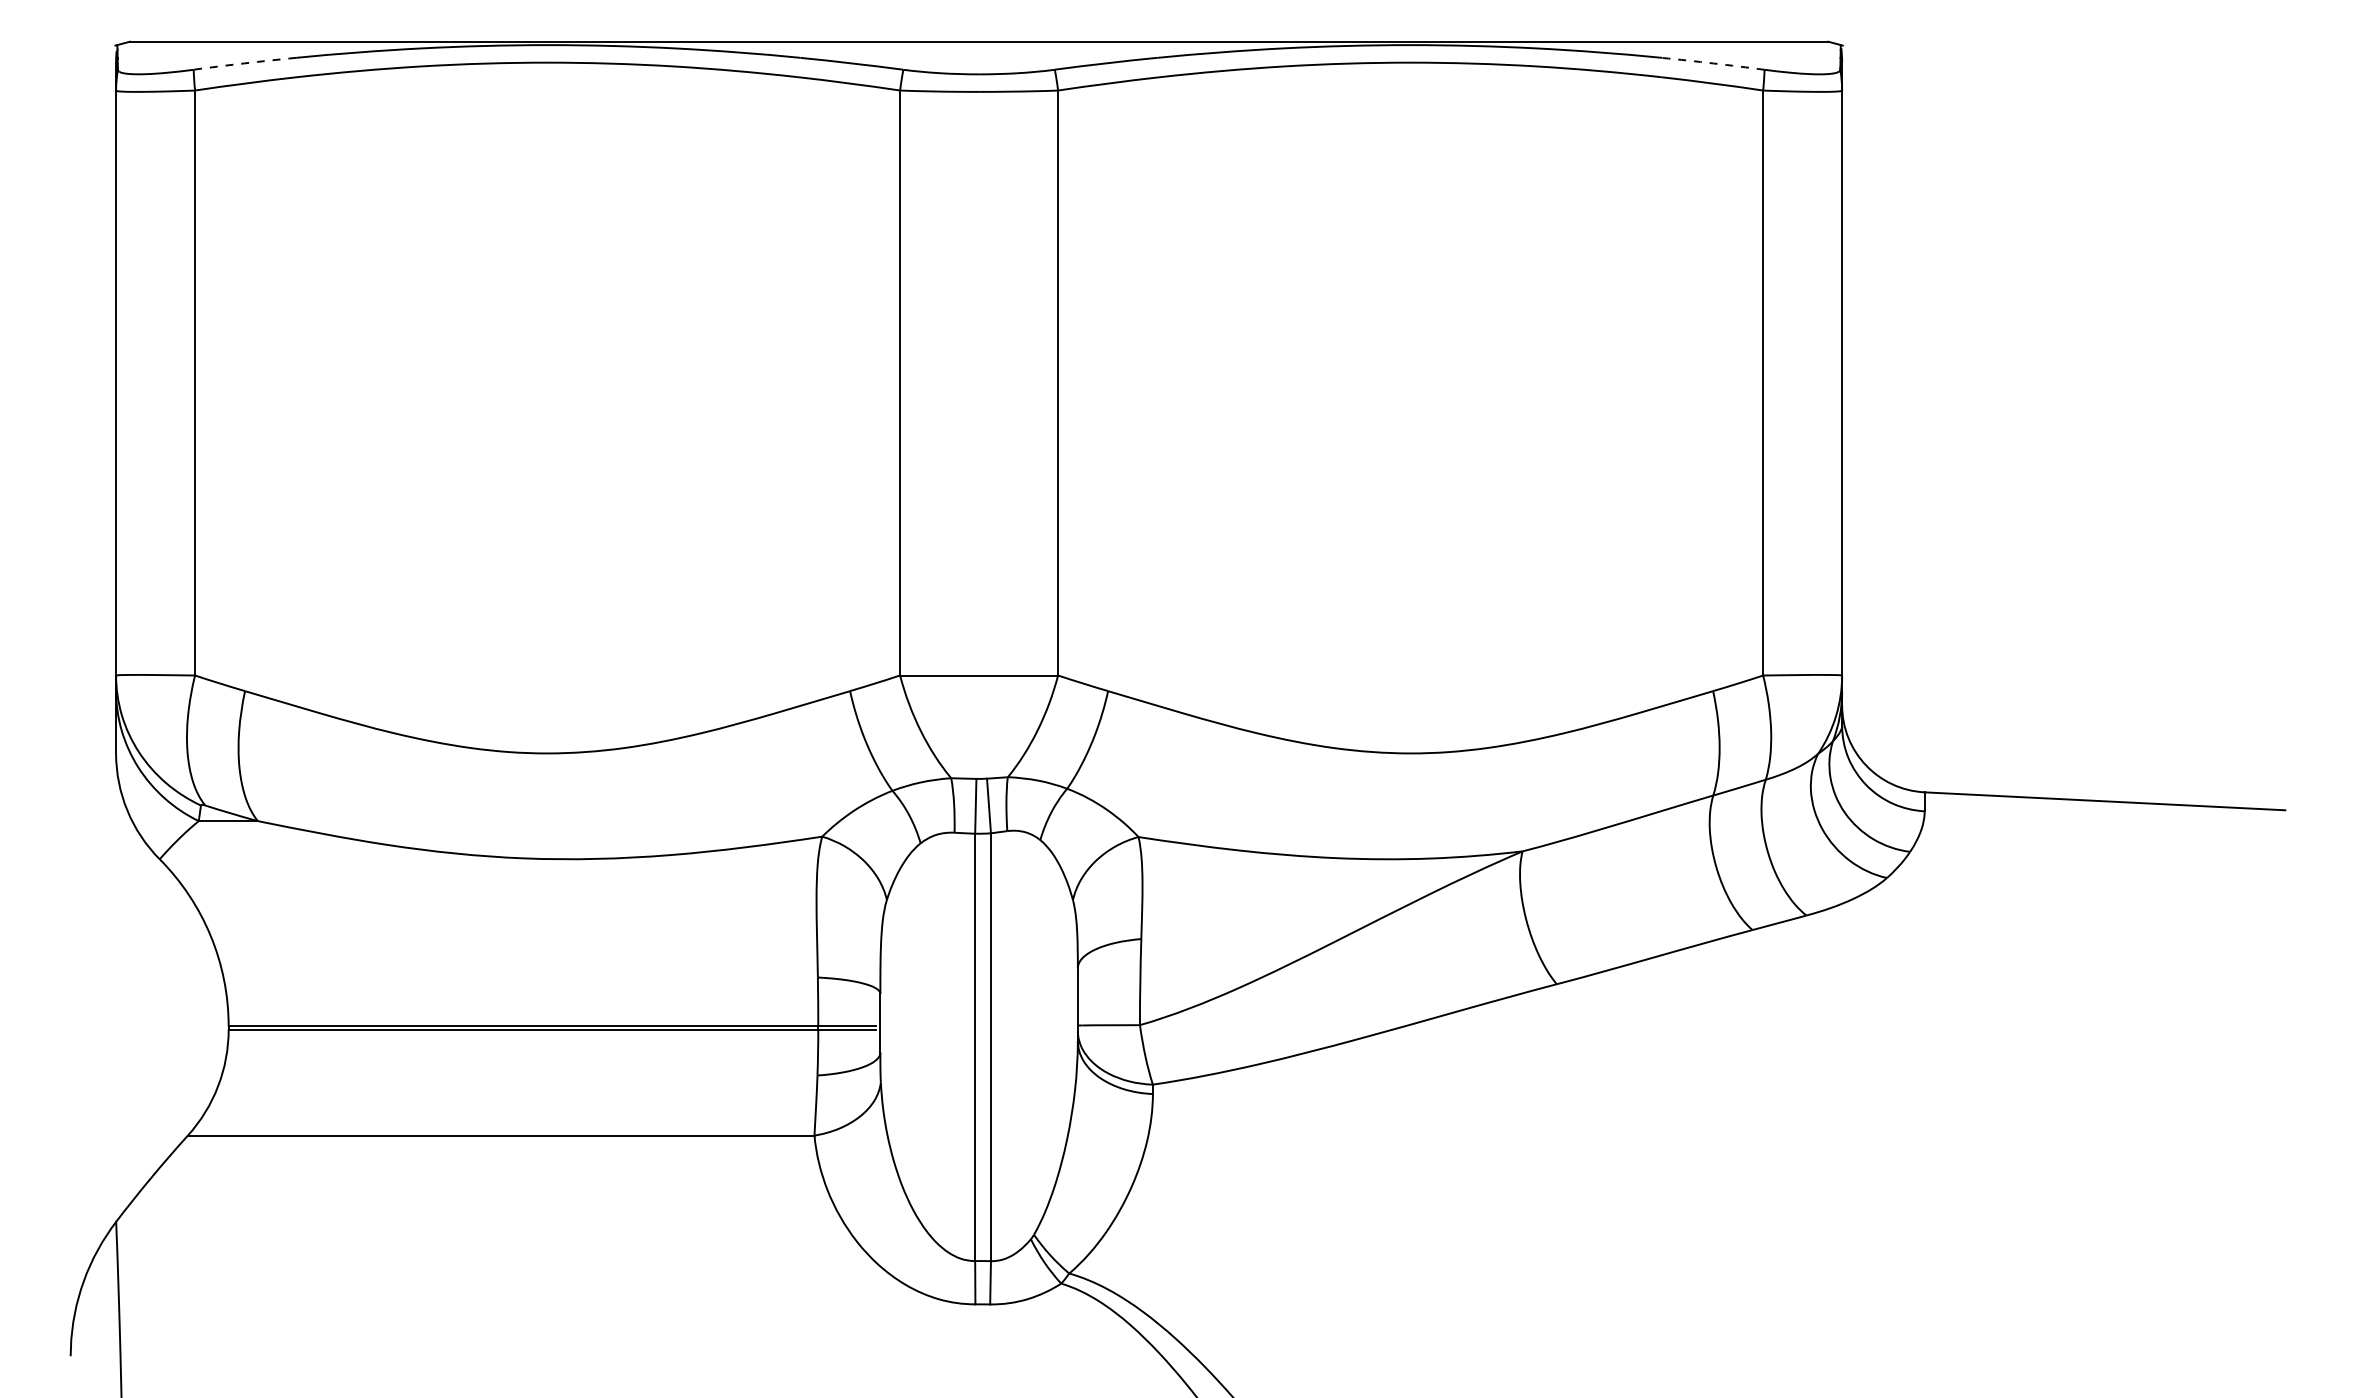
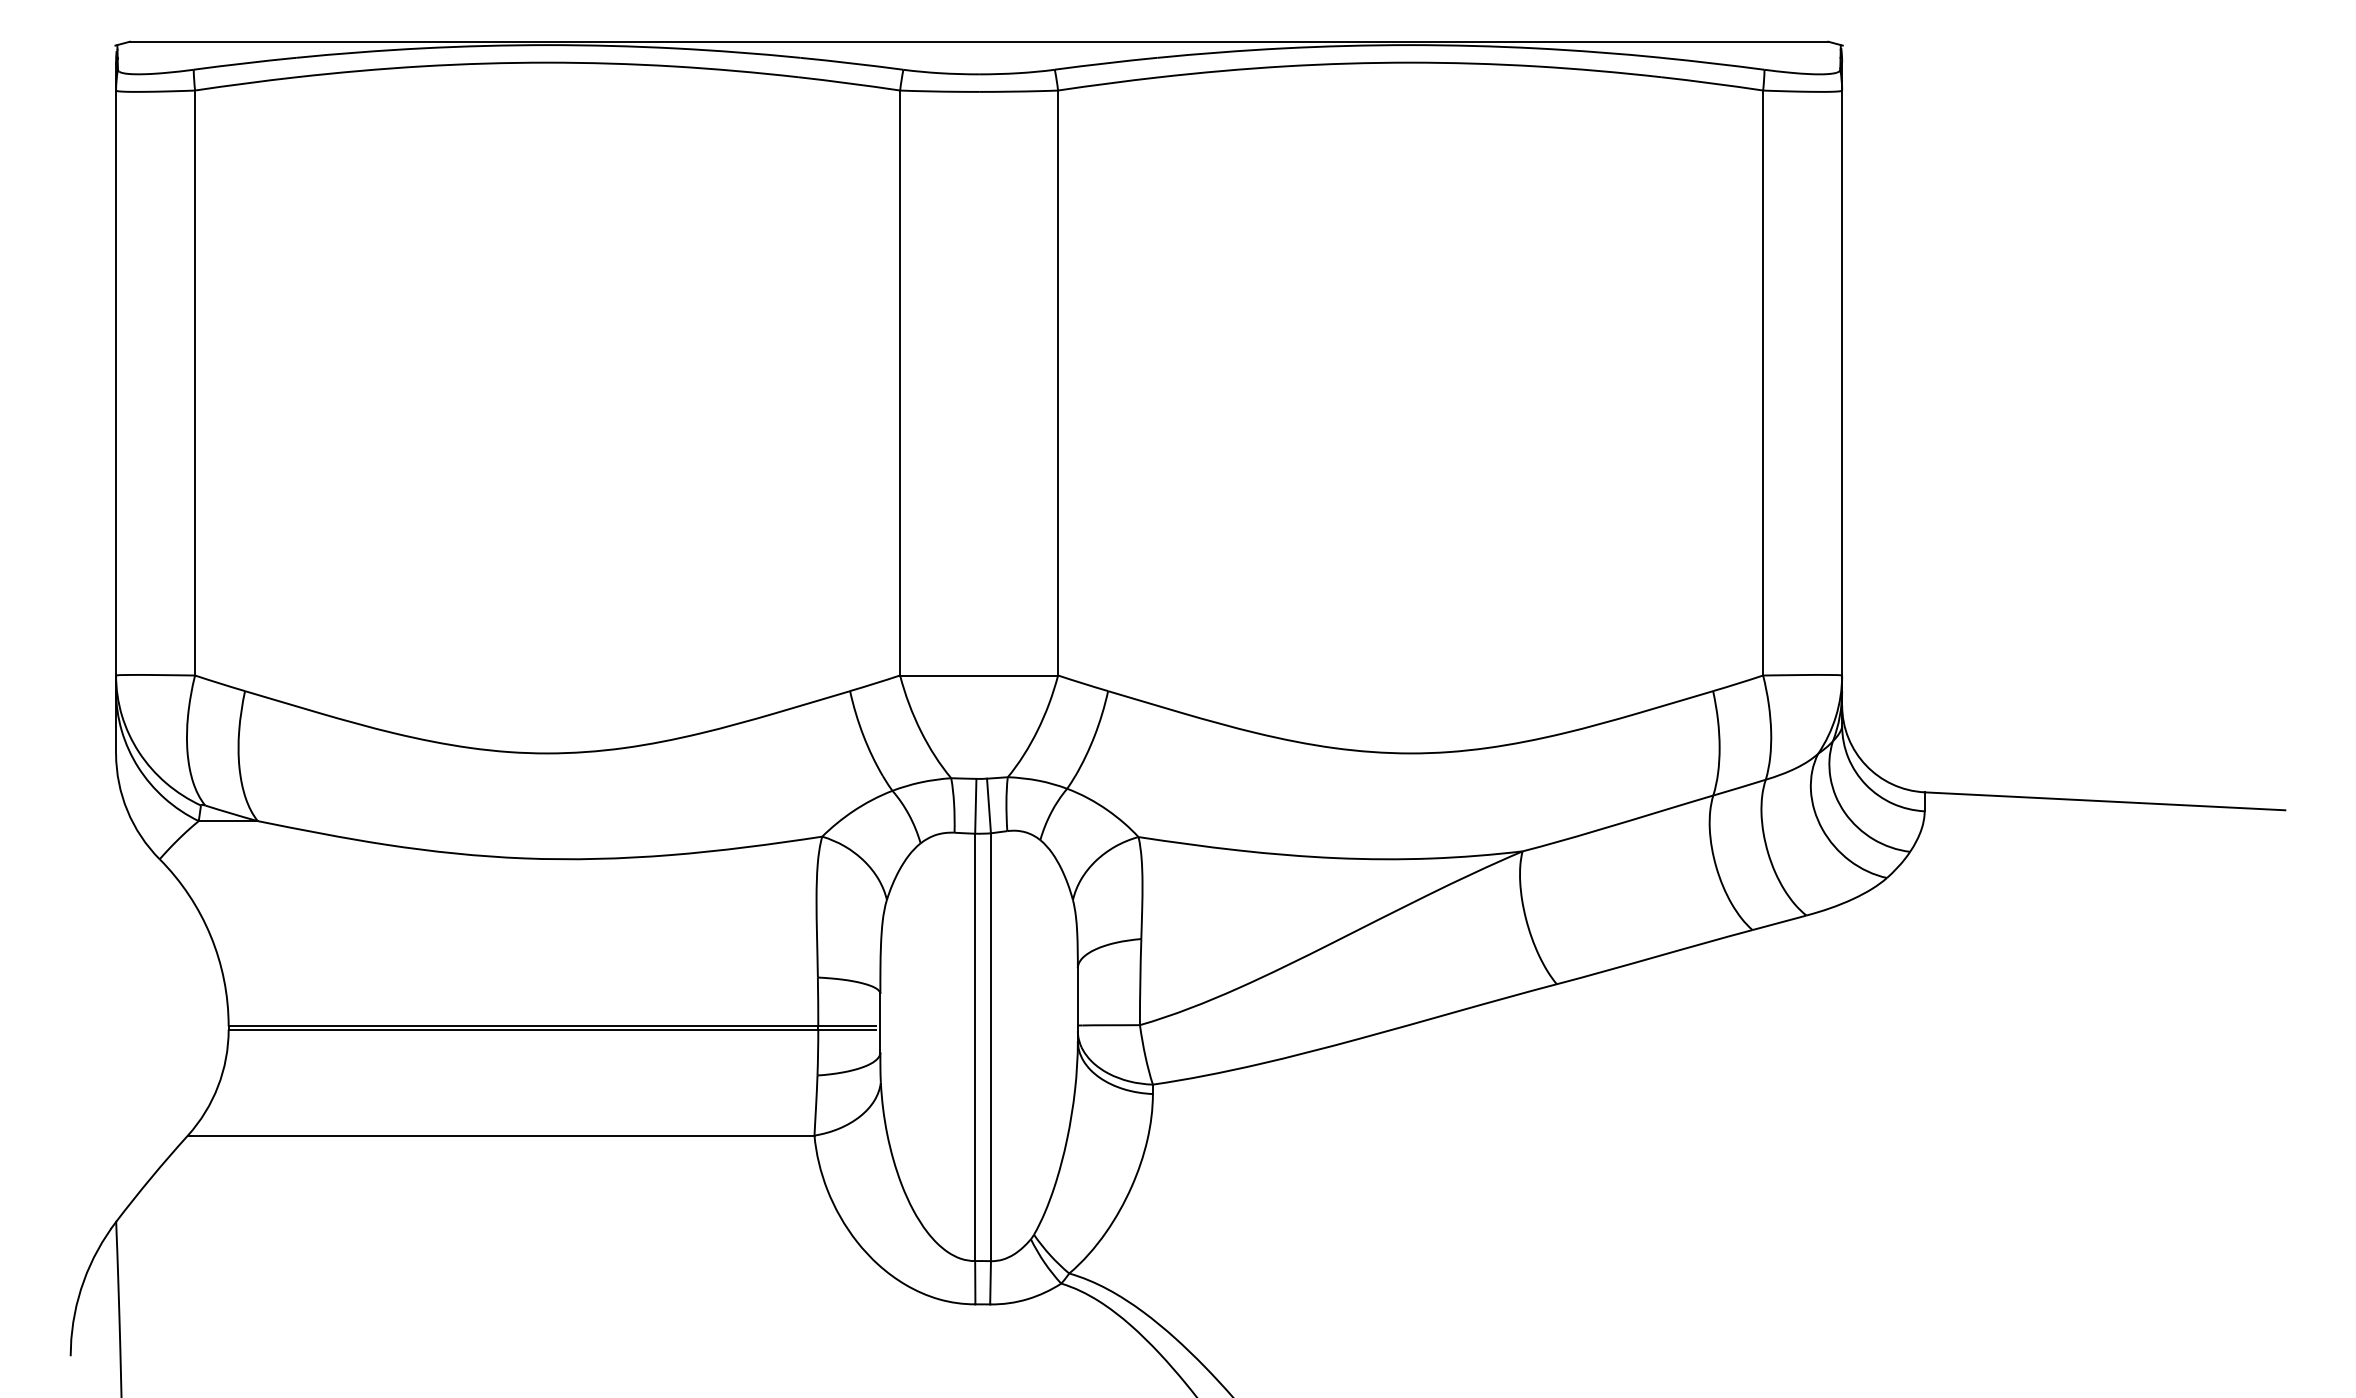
arc at (244, 63): dashed -> solid
arc at (1713, 63): dashed -> solid
